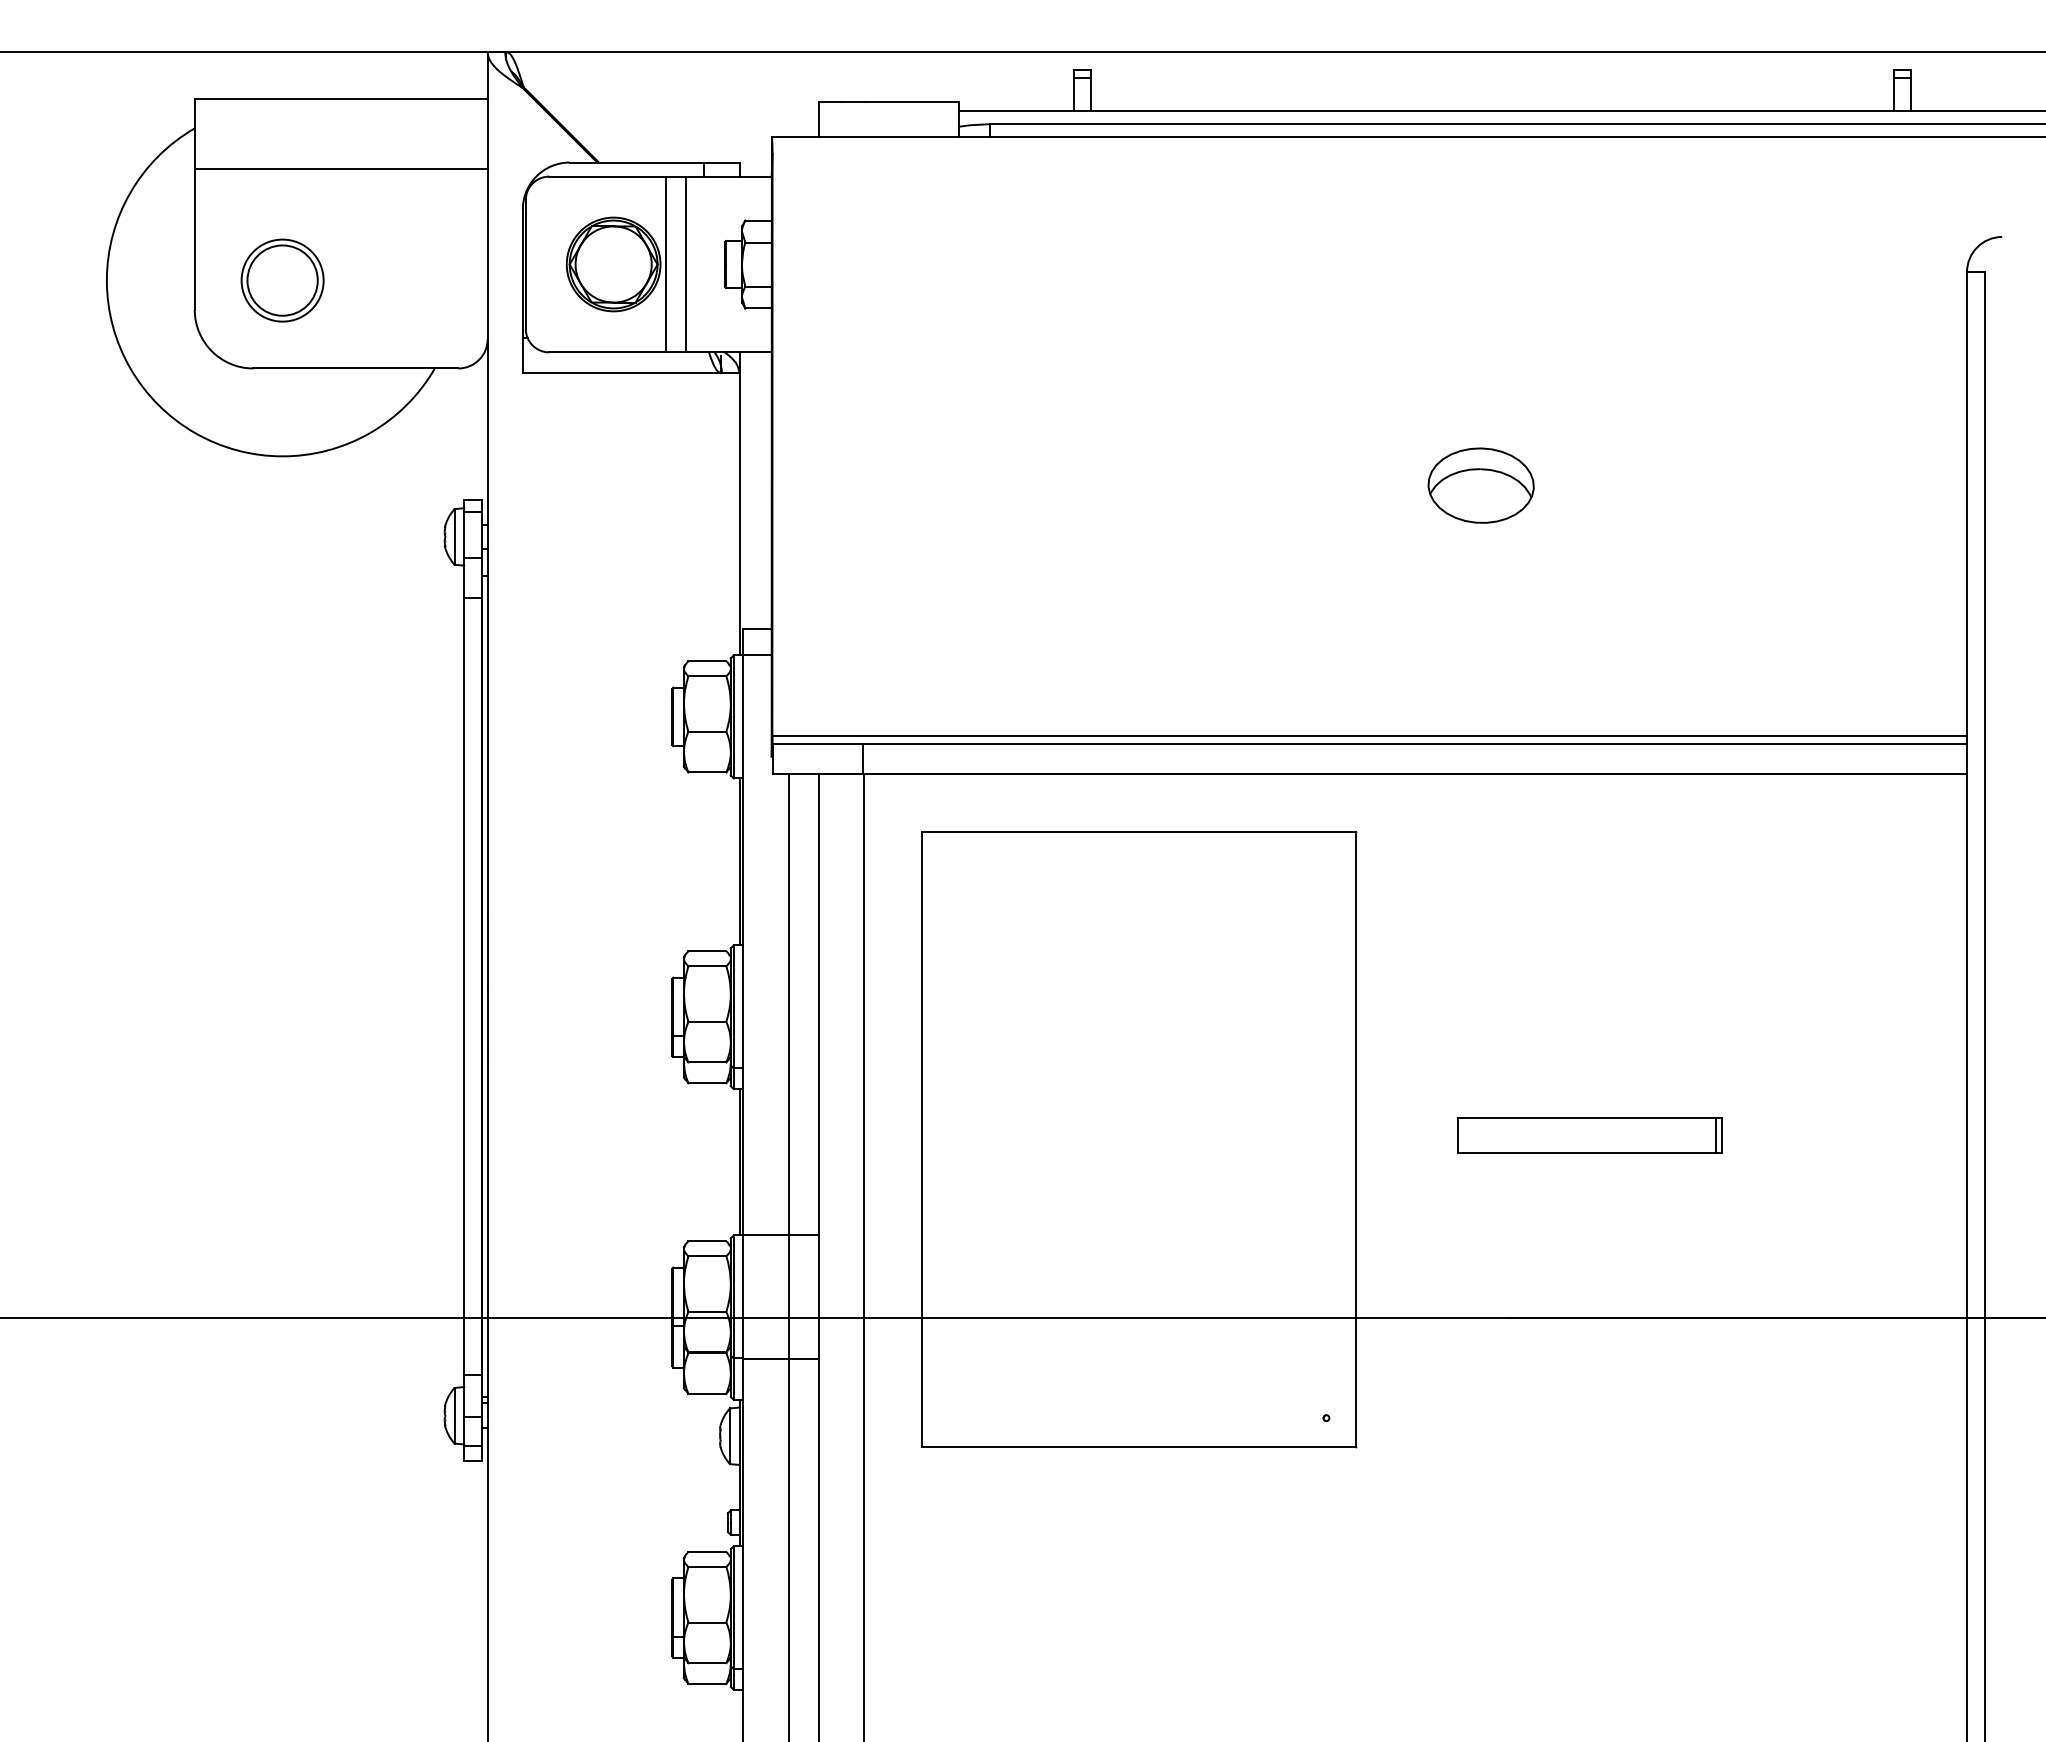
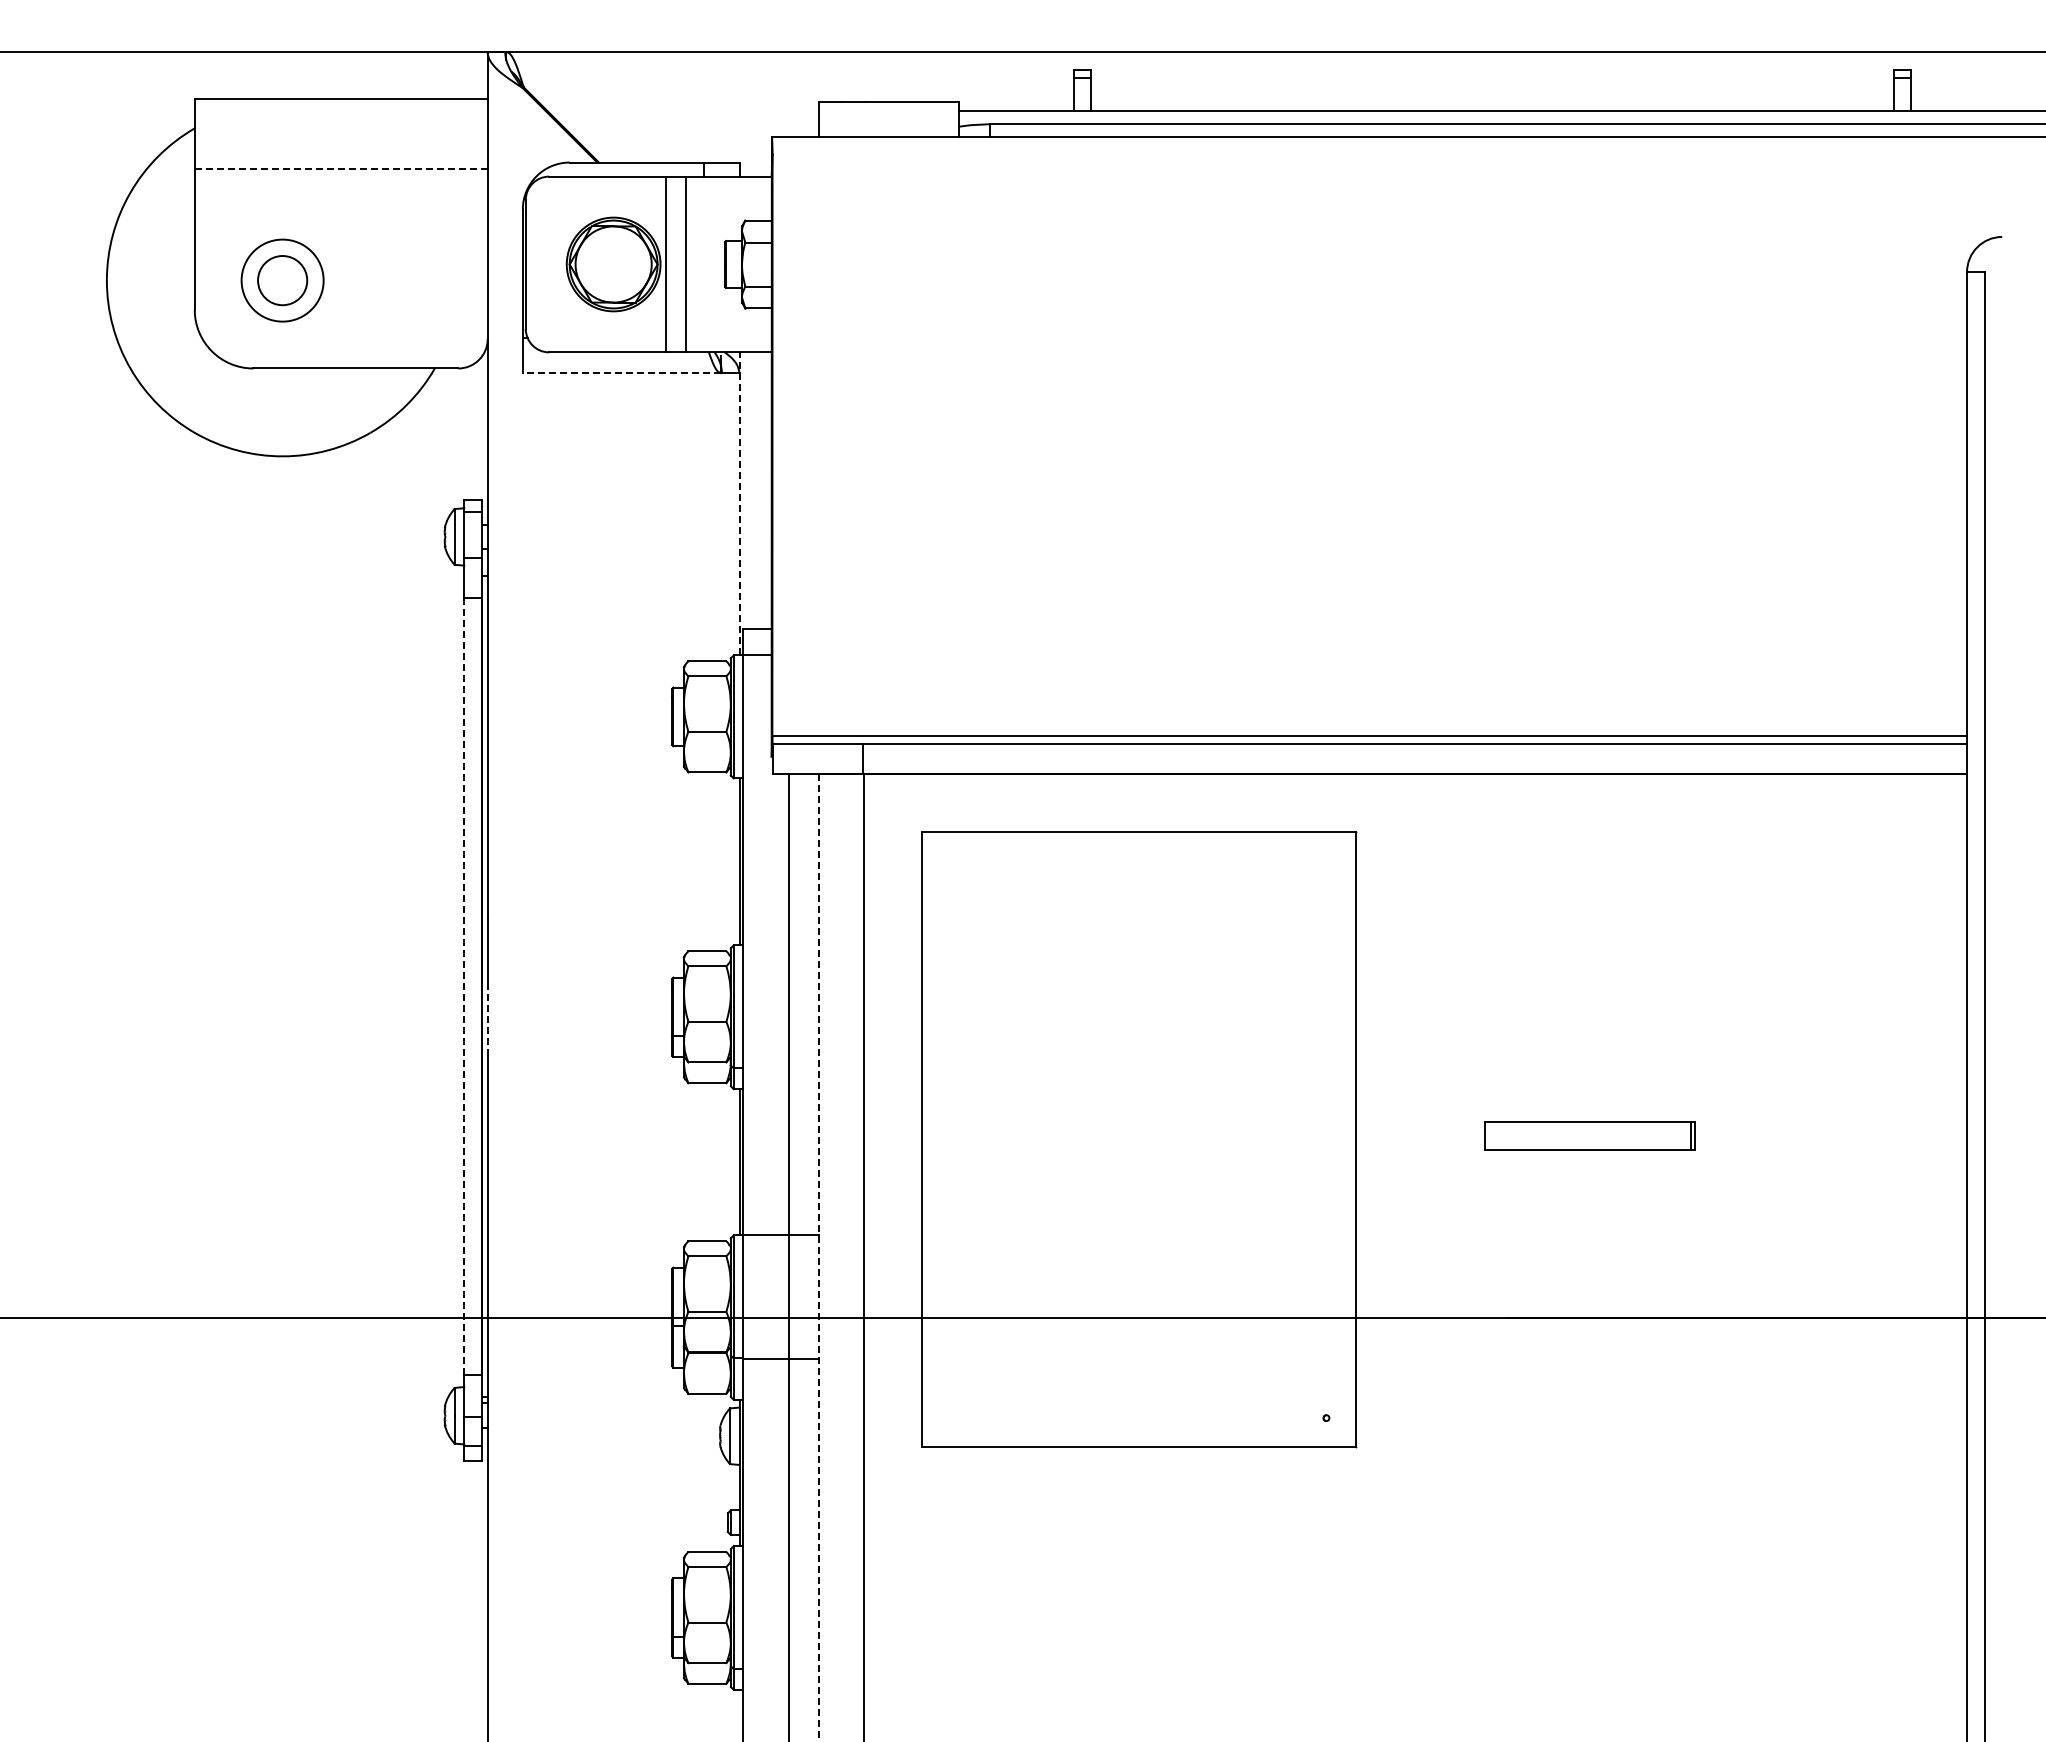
line at (340, 169): solid -> dashed
circle at (282, 280) diameter: 70 px -> 49 px
line at (621, 373): solid -> dashed
part at (1480, 485): present -> none
line at (739, 503): solid -> dashed
line at (464, 986): solid -> dashed
line at (487, 1021): solid -> dashed
part at (1589, 1135) size: 266x37 px -> 212x30 px
line at (818, 1257): solid -> dashed
